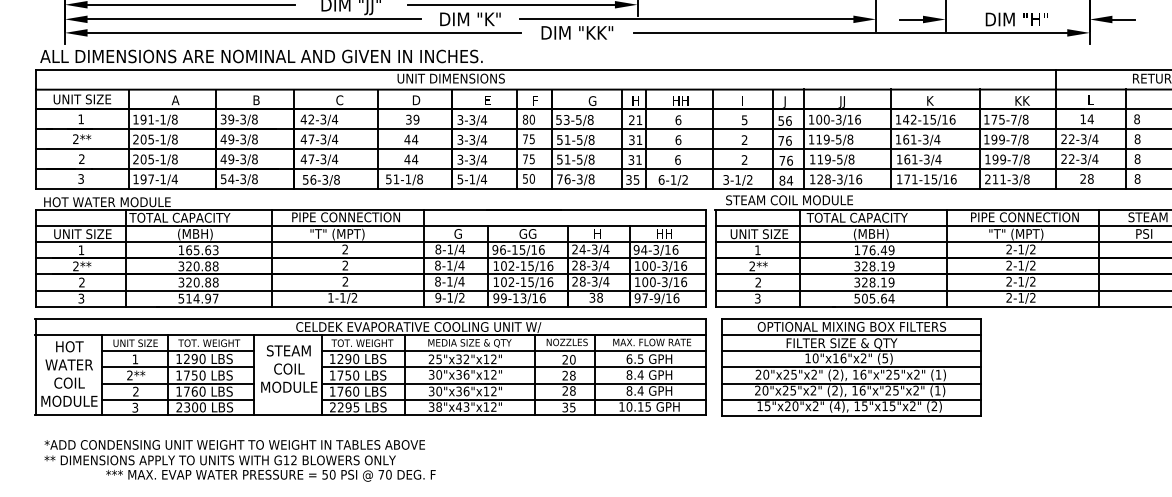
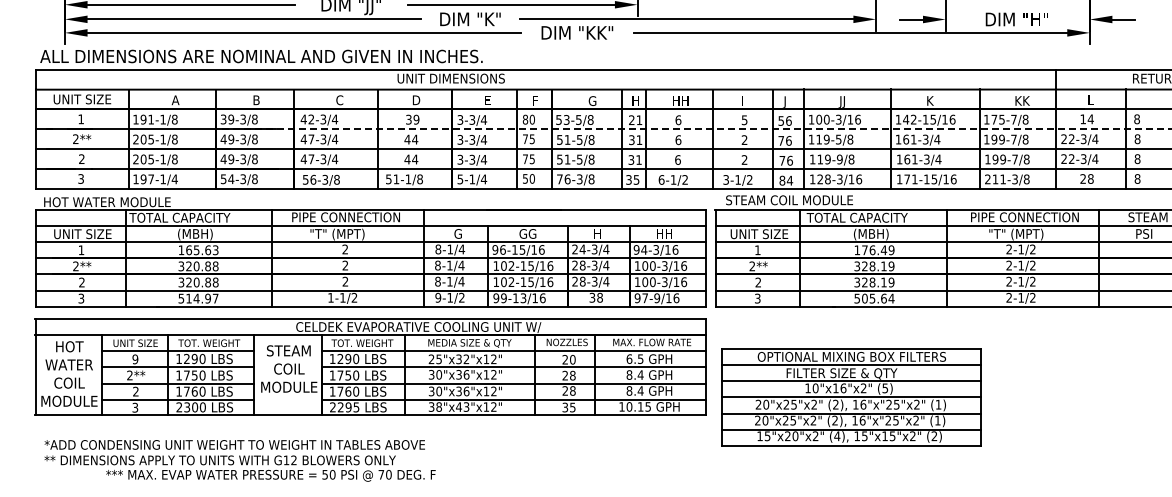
line at (696, 129): solid -> dashed
text at (839, 159): 119-5/8 -> 119-9/8
text at (135, 359): 1 -> 9
part at (851, 367) position: (851, 367) -> (851, 397)
